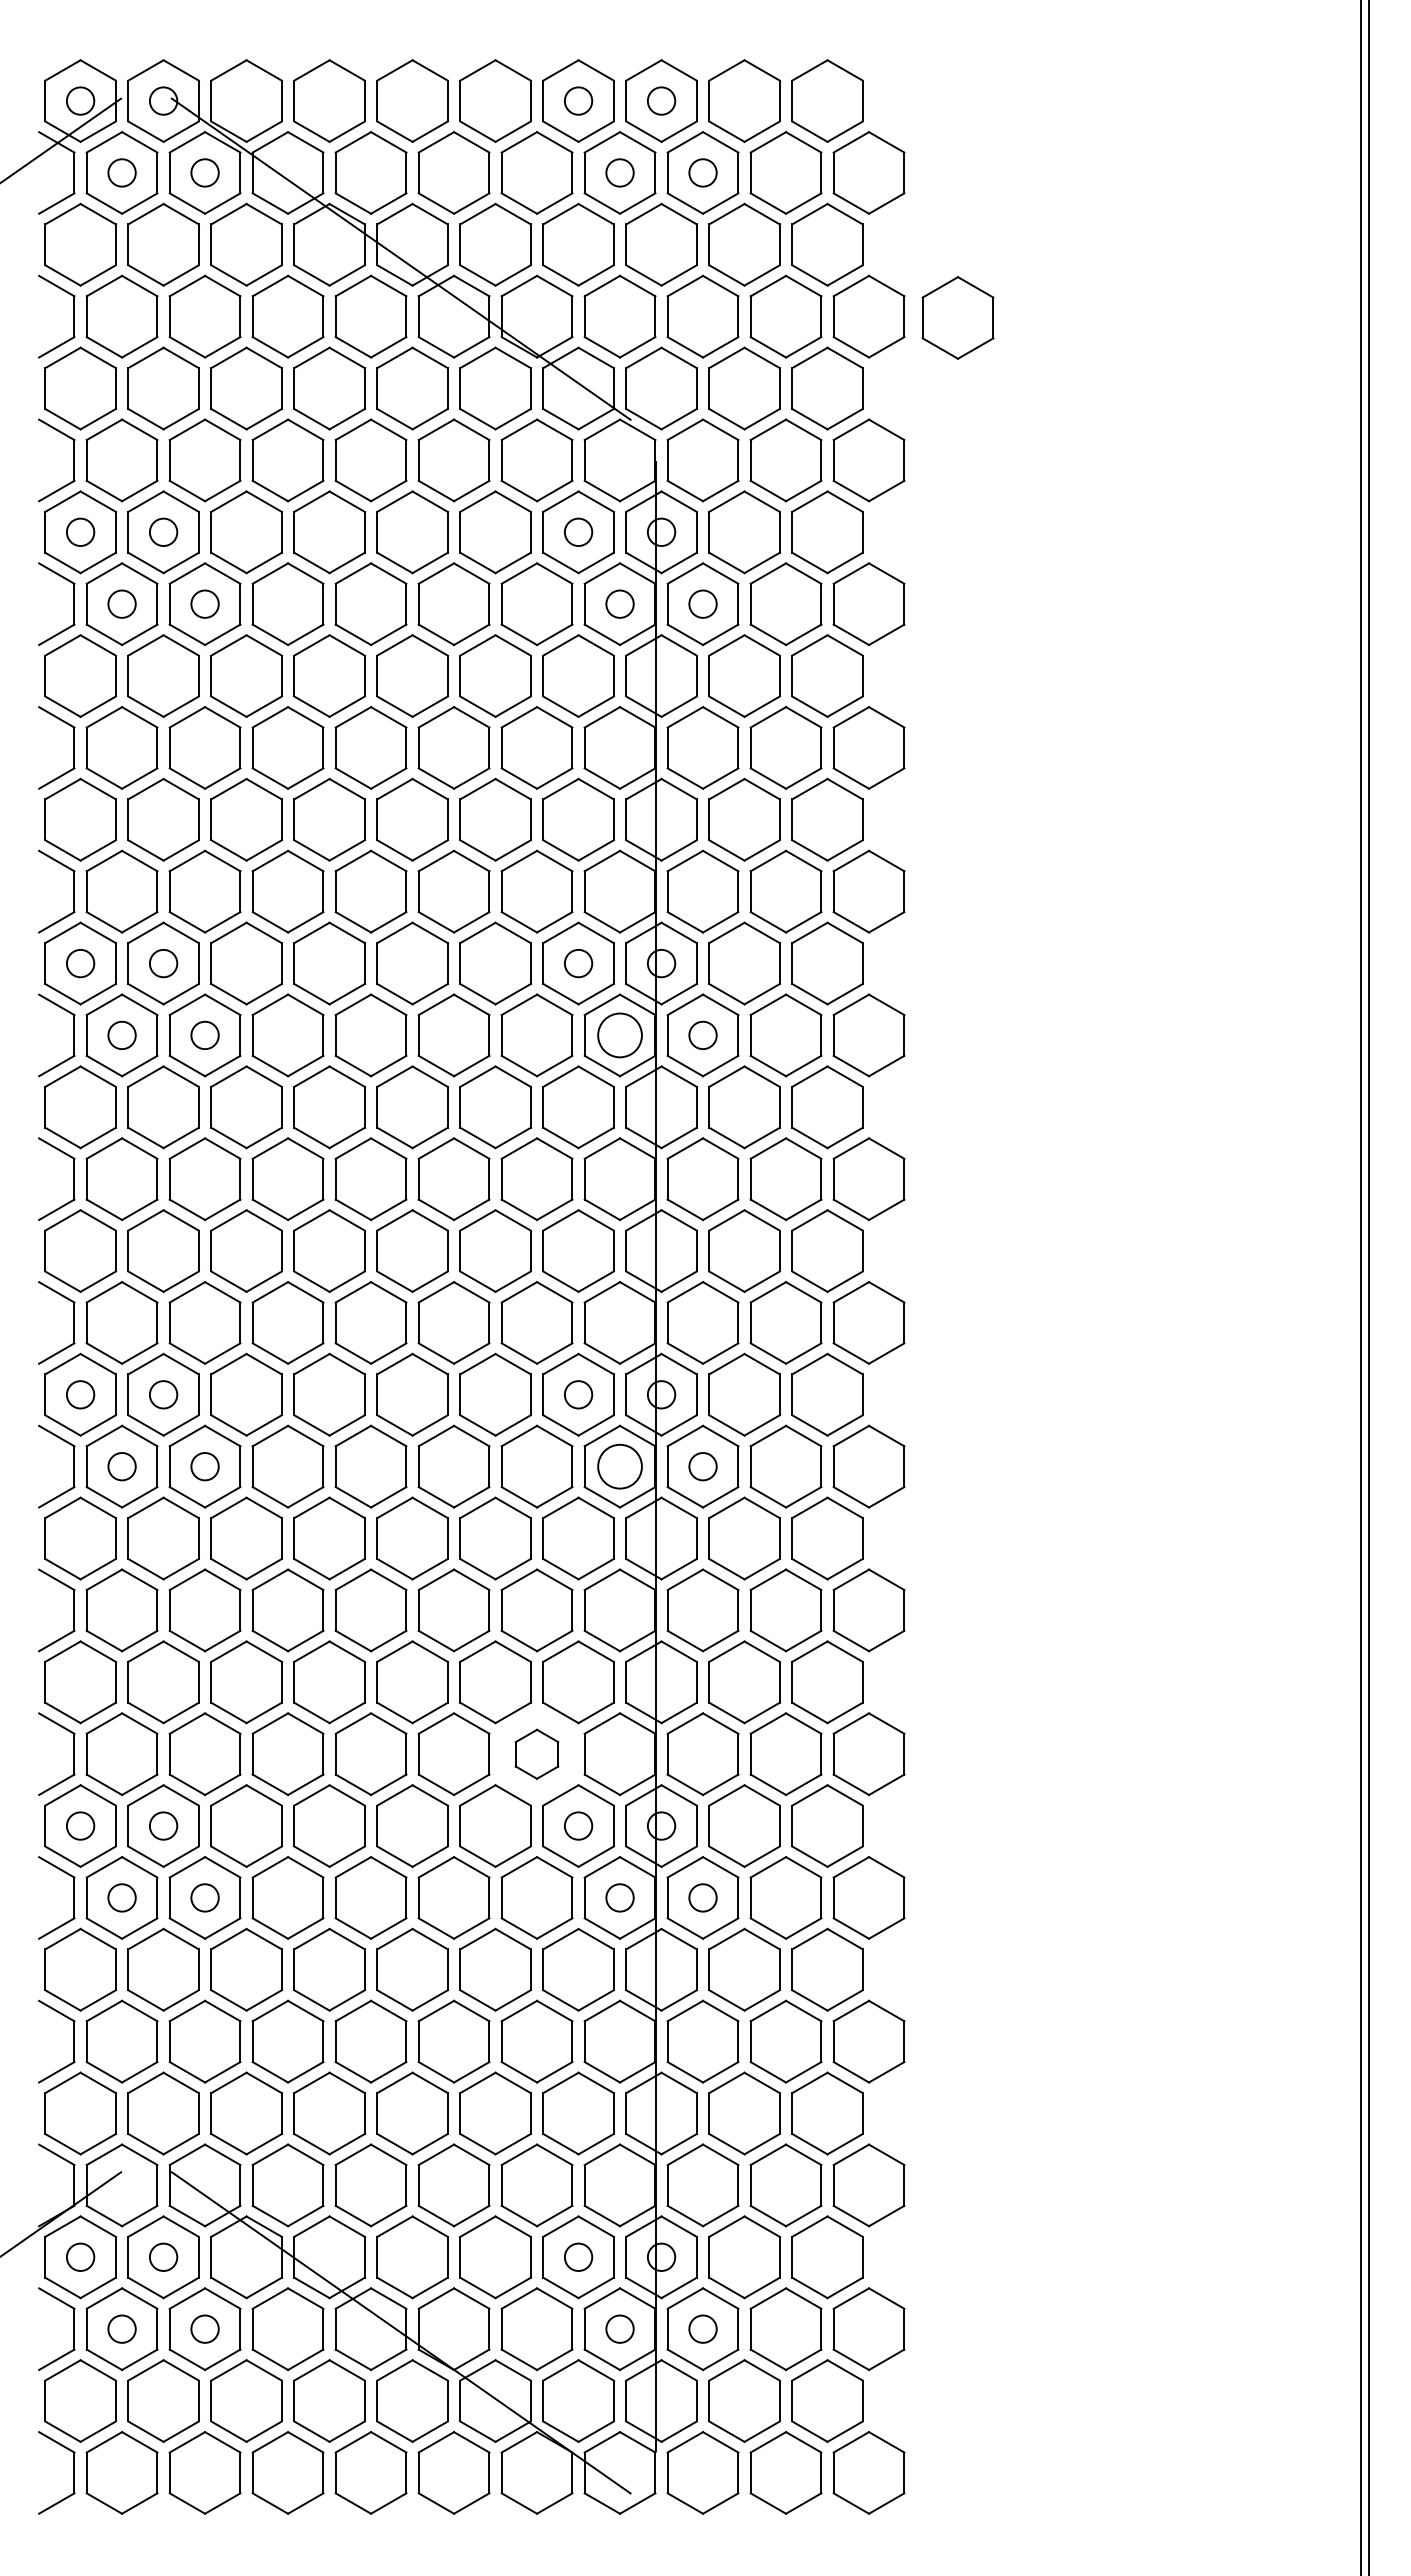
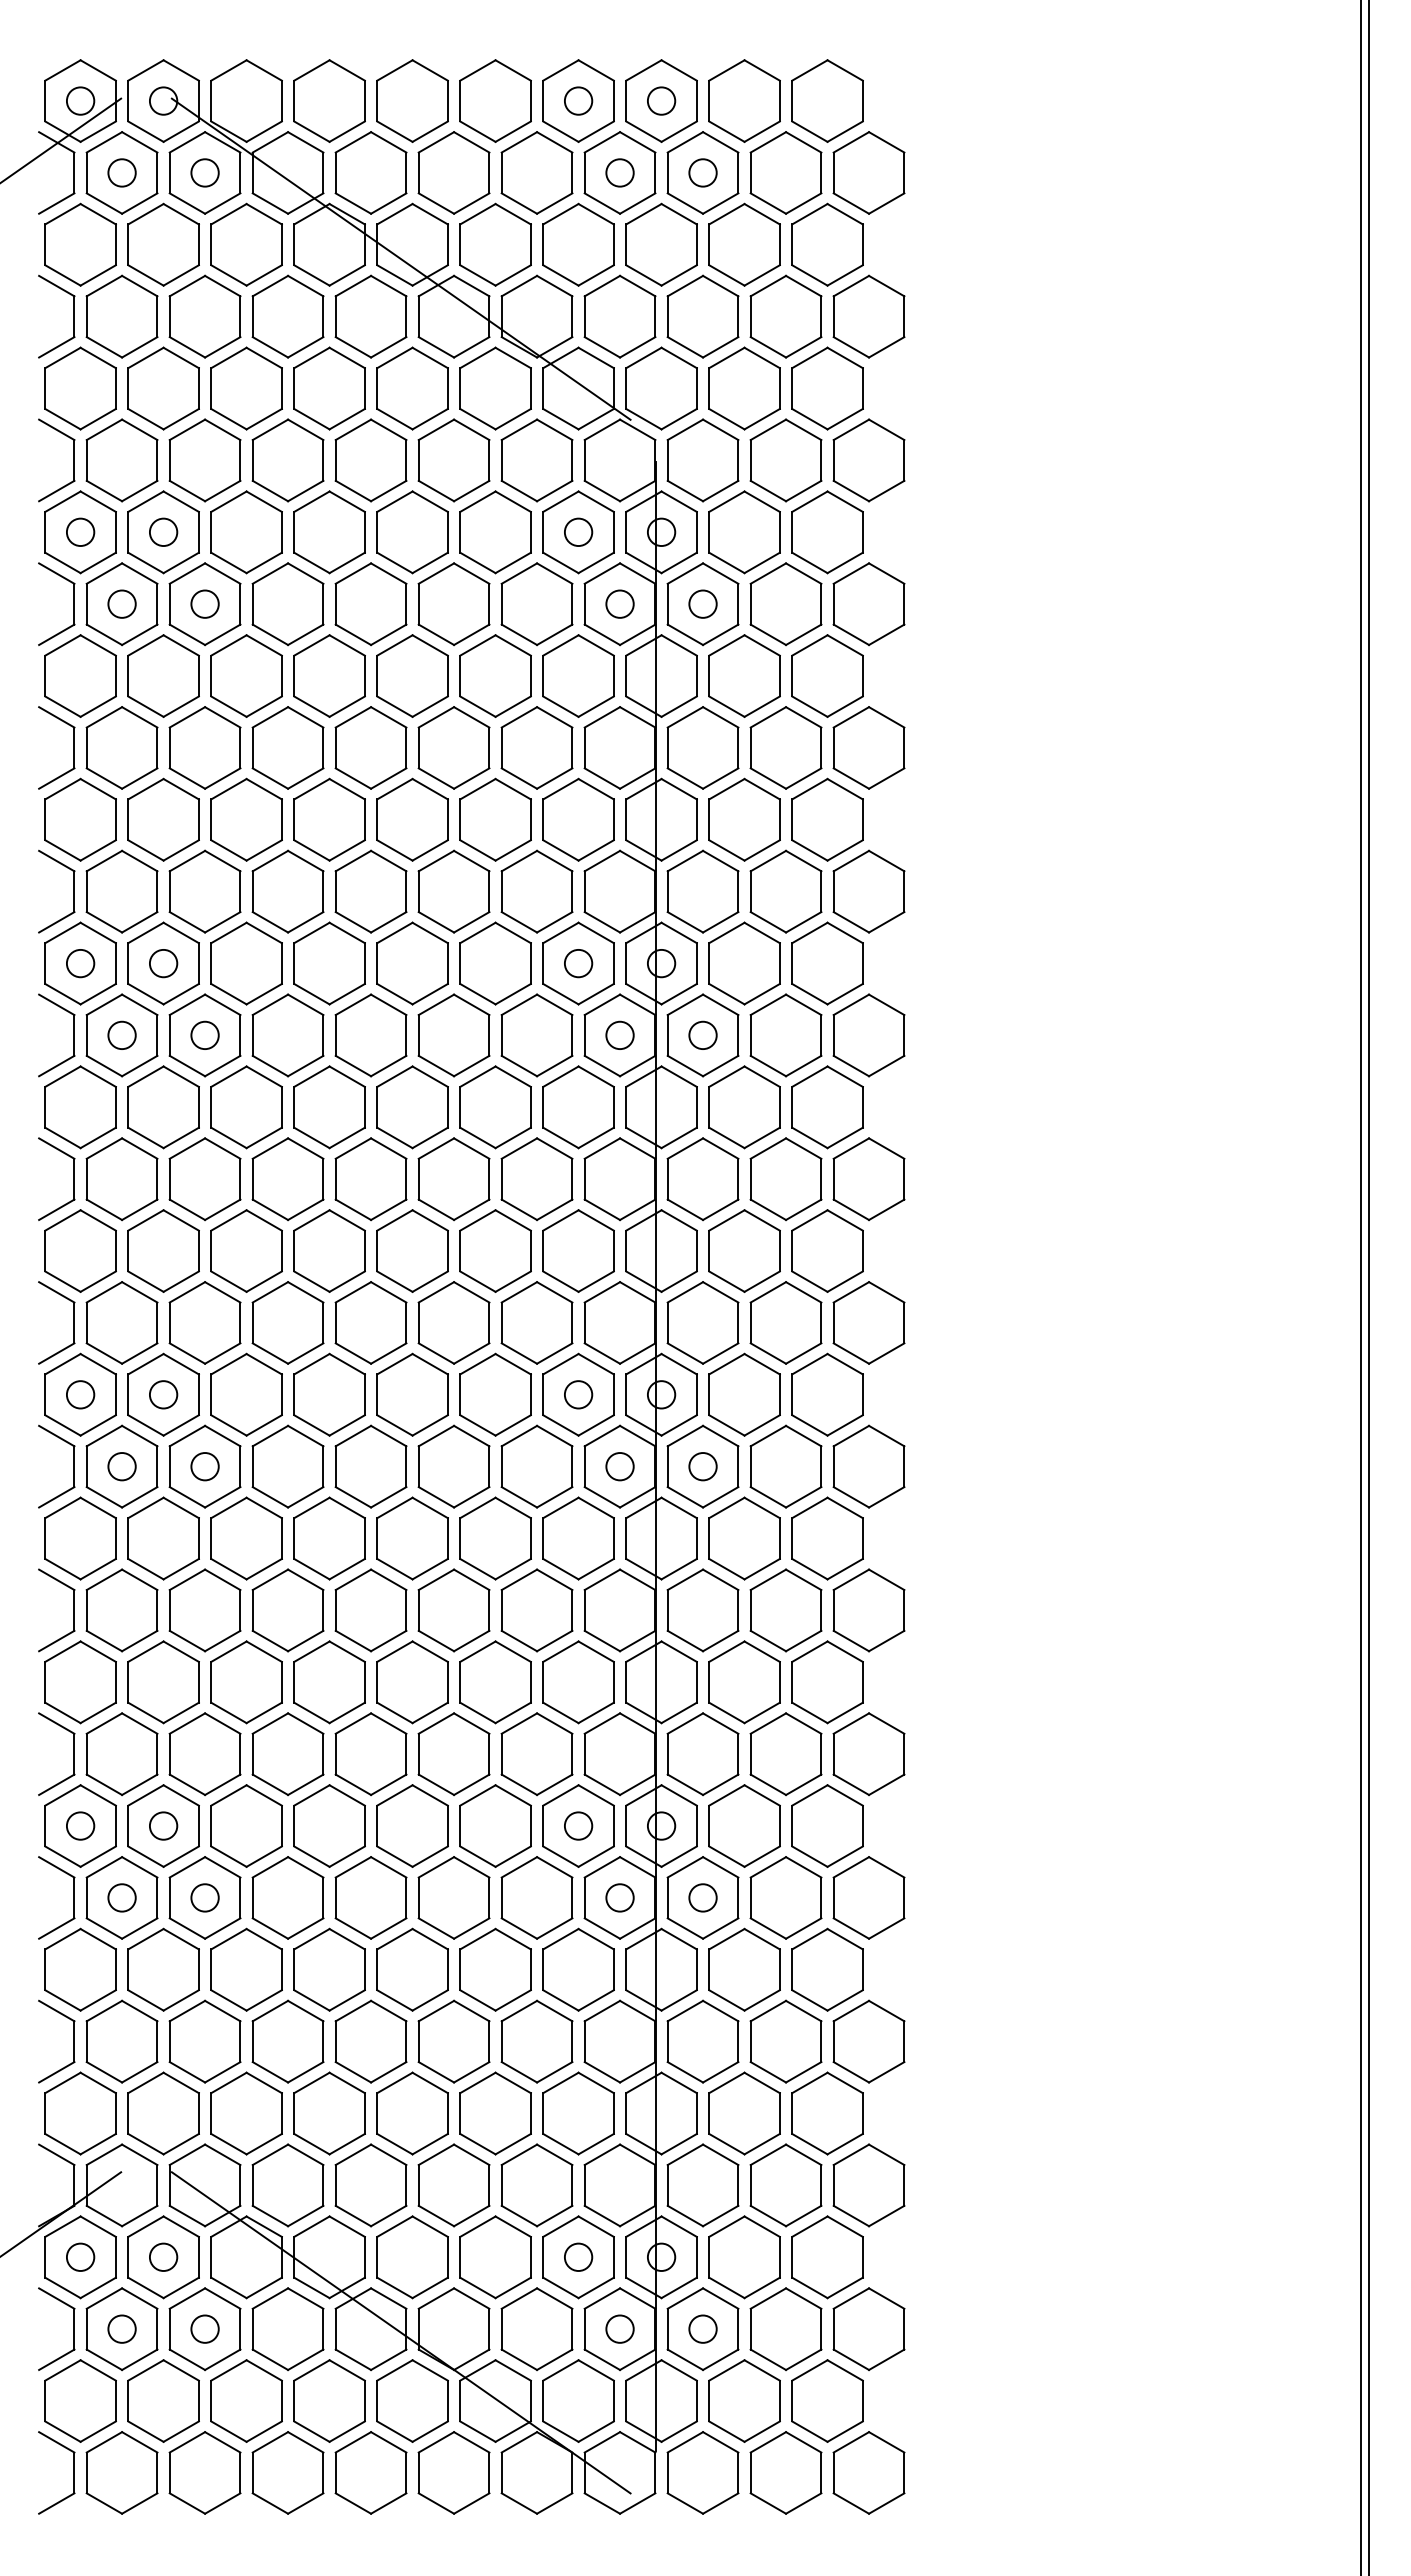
part at (957, 317): present -> none
circle at (619, 1035) diameter: 44 px -> 27 px
circle at (619, 1466) diameter: 44 px -> 27 px
part at (536, 1753) size: 46x52 px -> 74x85 px
